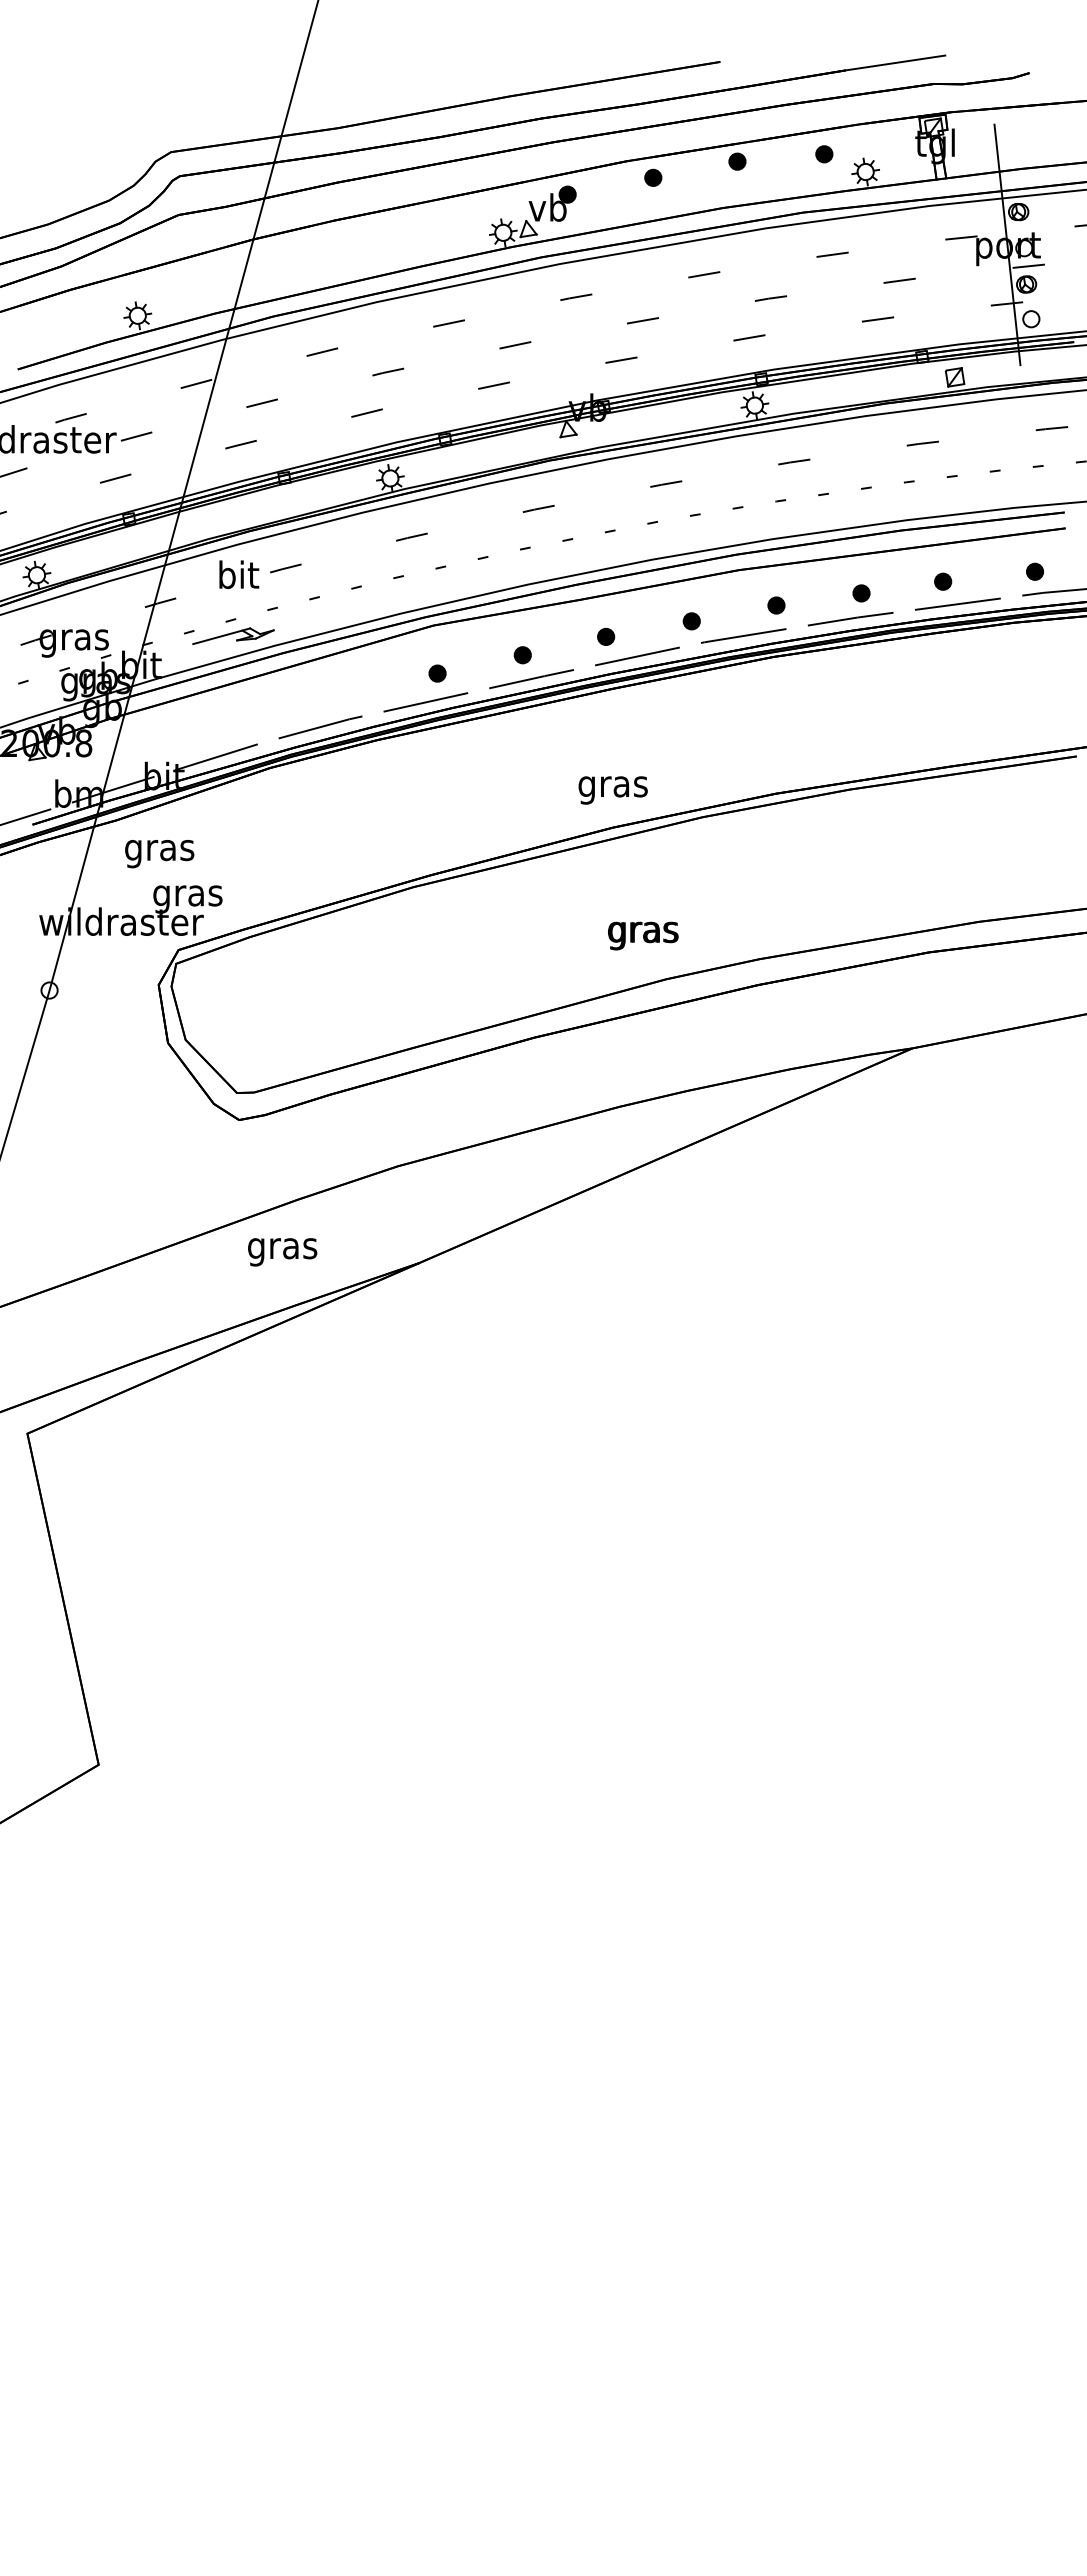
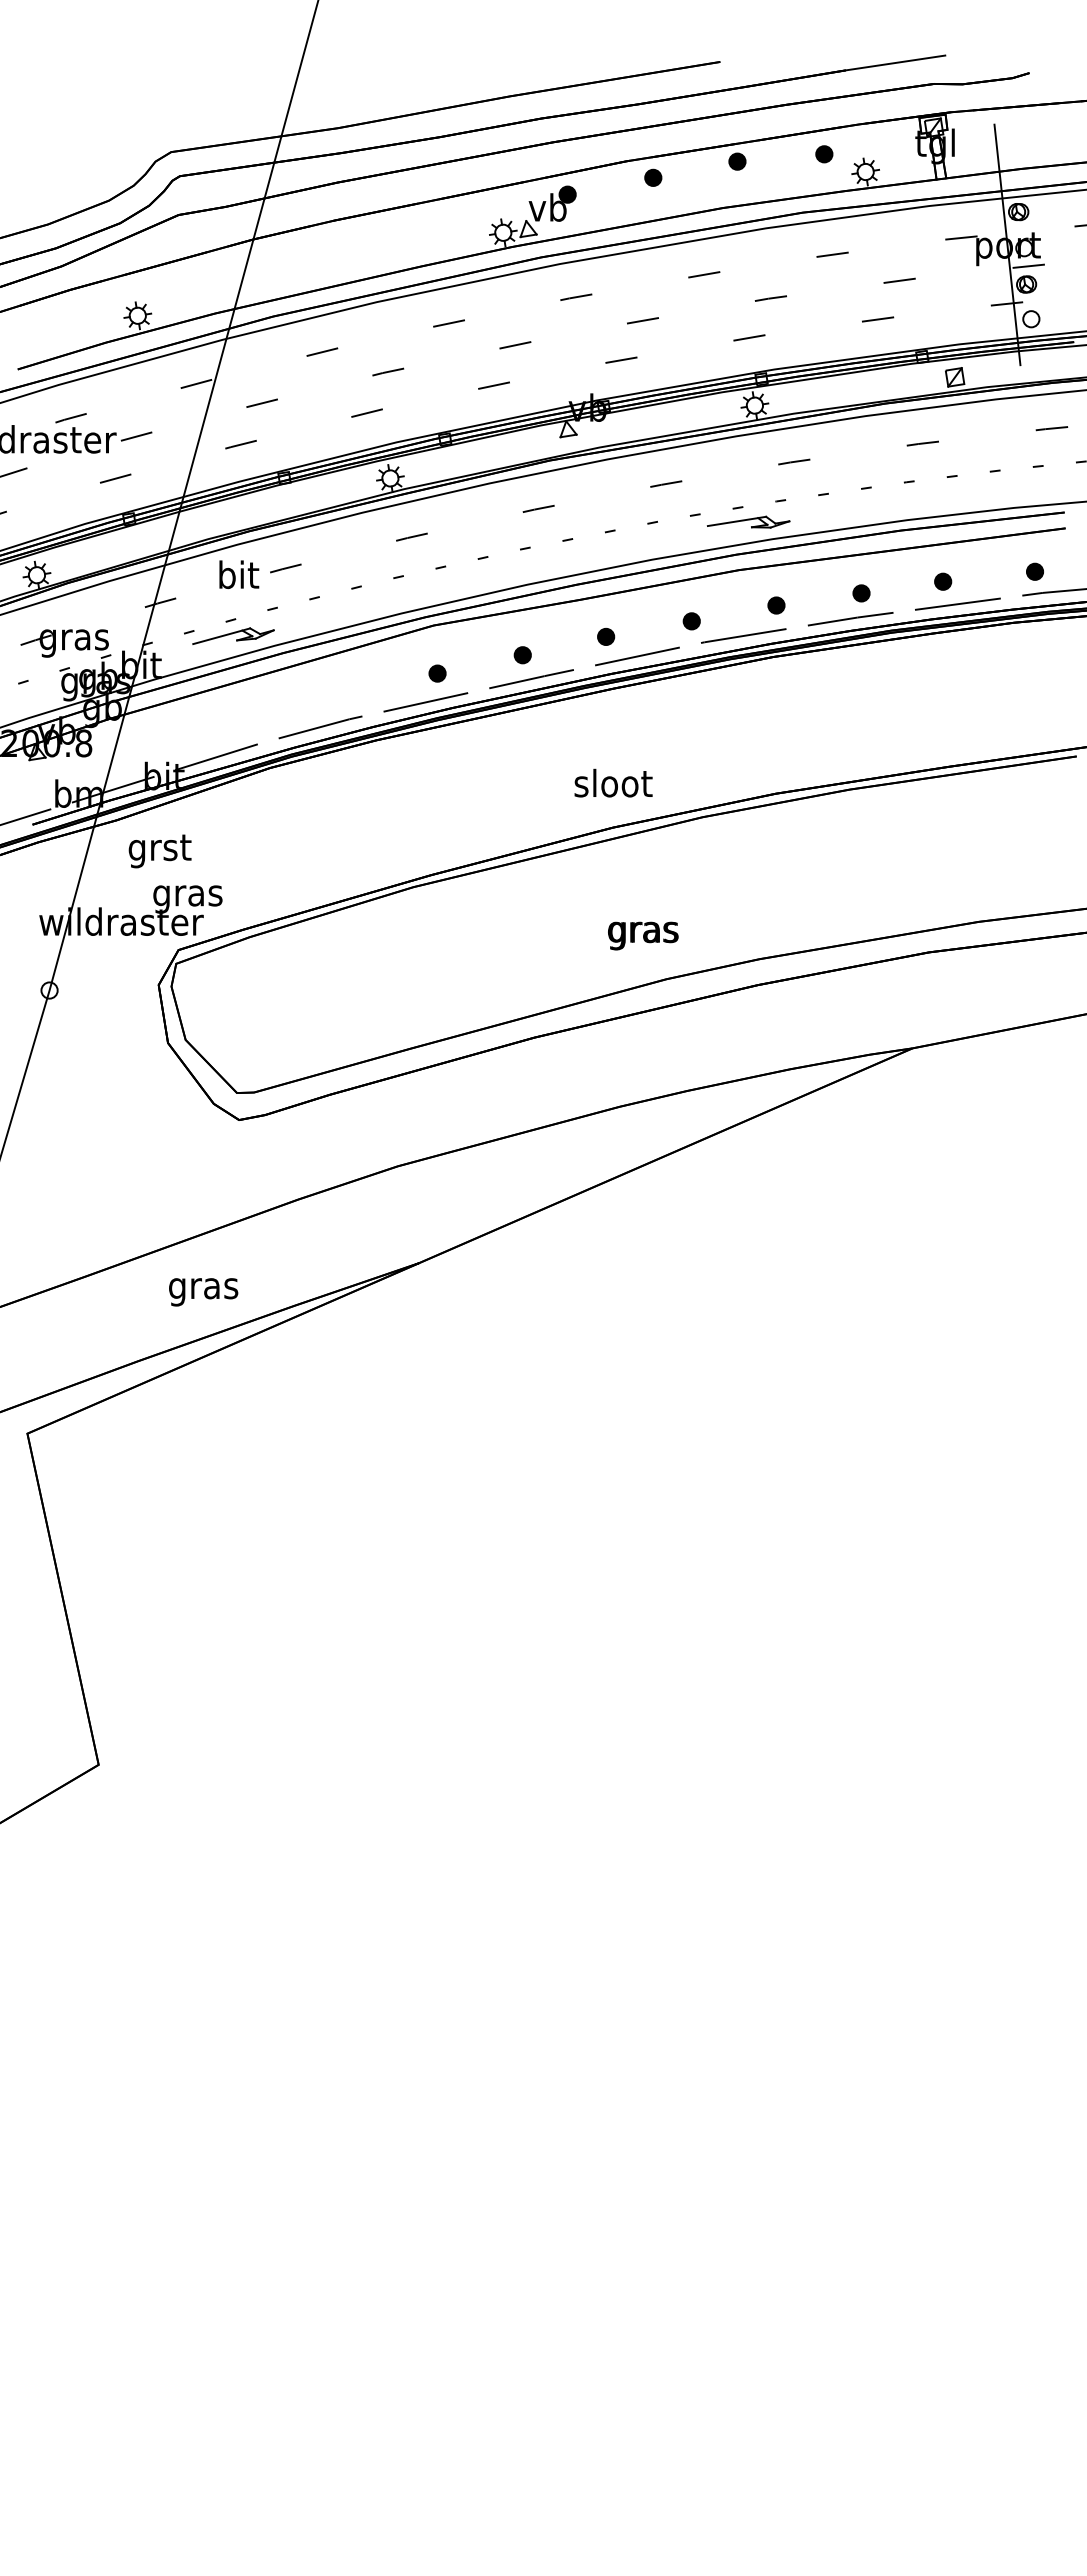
part at (748, 521): none -> present
text at (613, 786): gras -> sloot
text at (159, 851): gras -> grst
text at (282, 1252) position: (282, 1252) -> (203, 1292)
